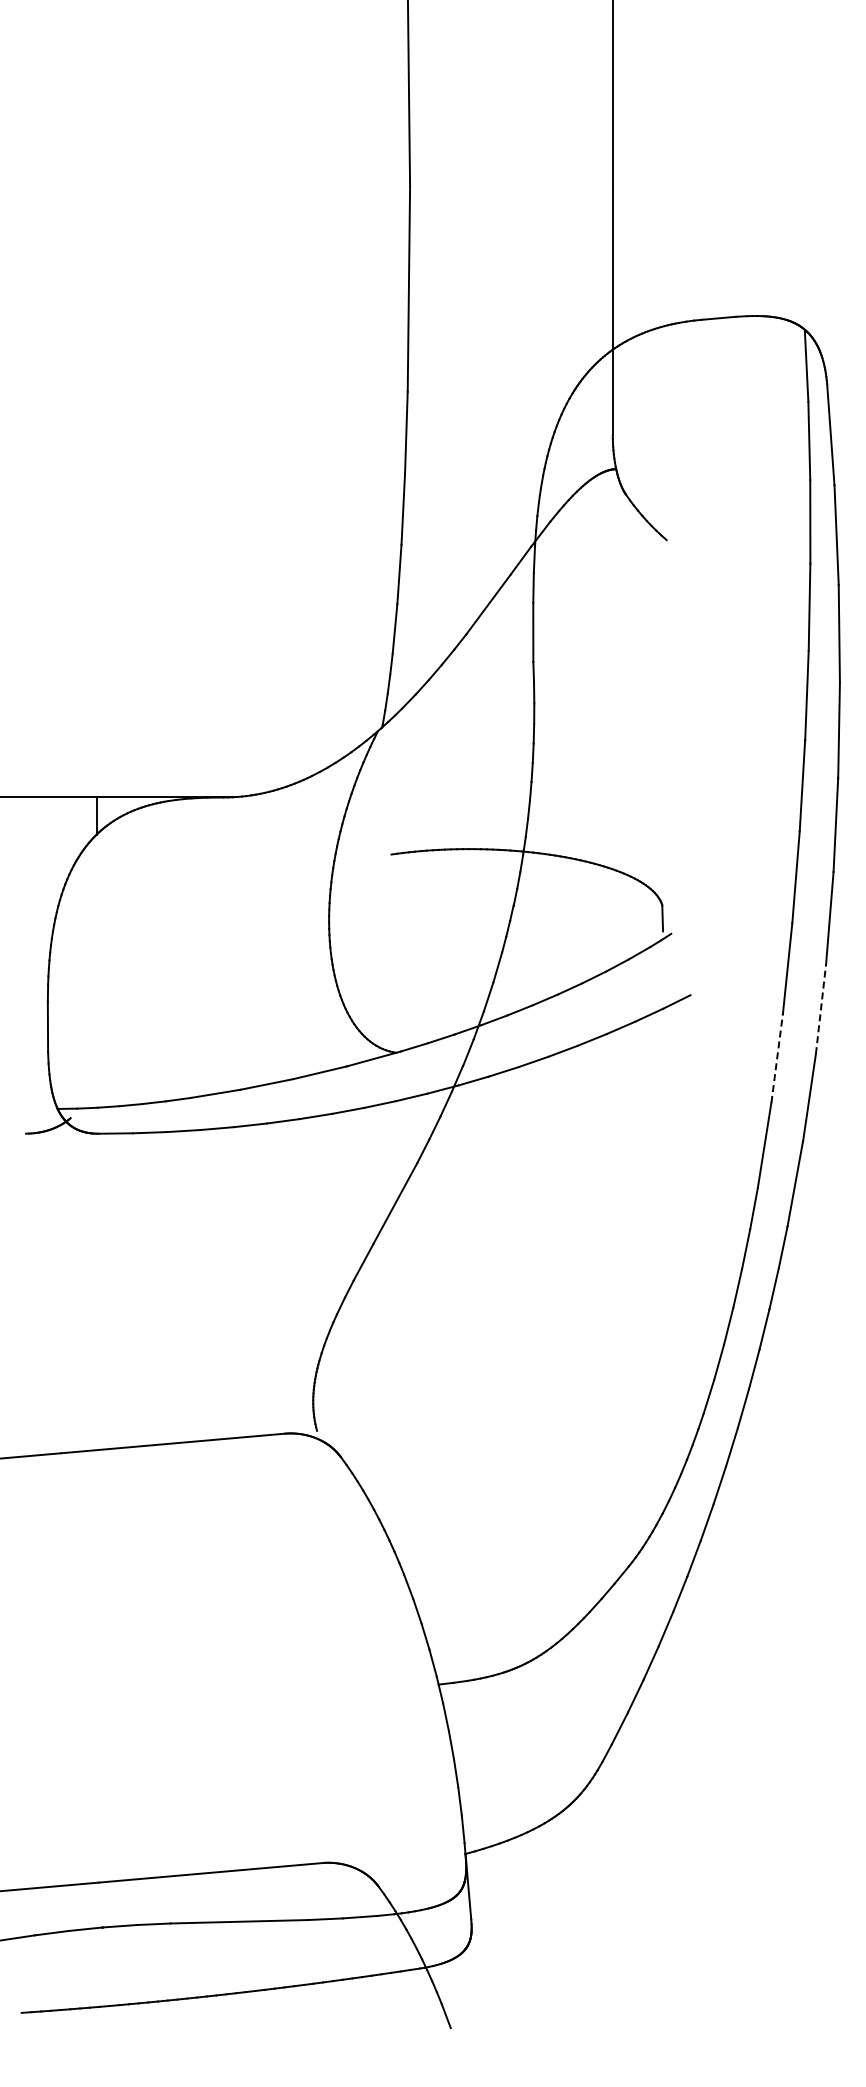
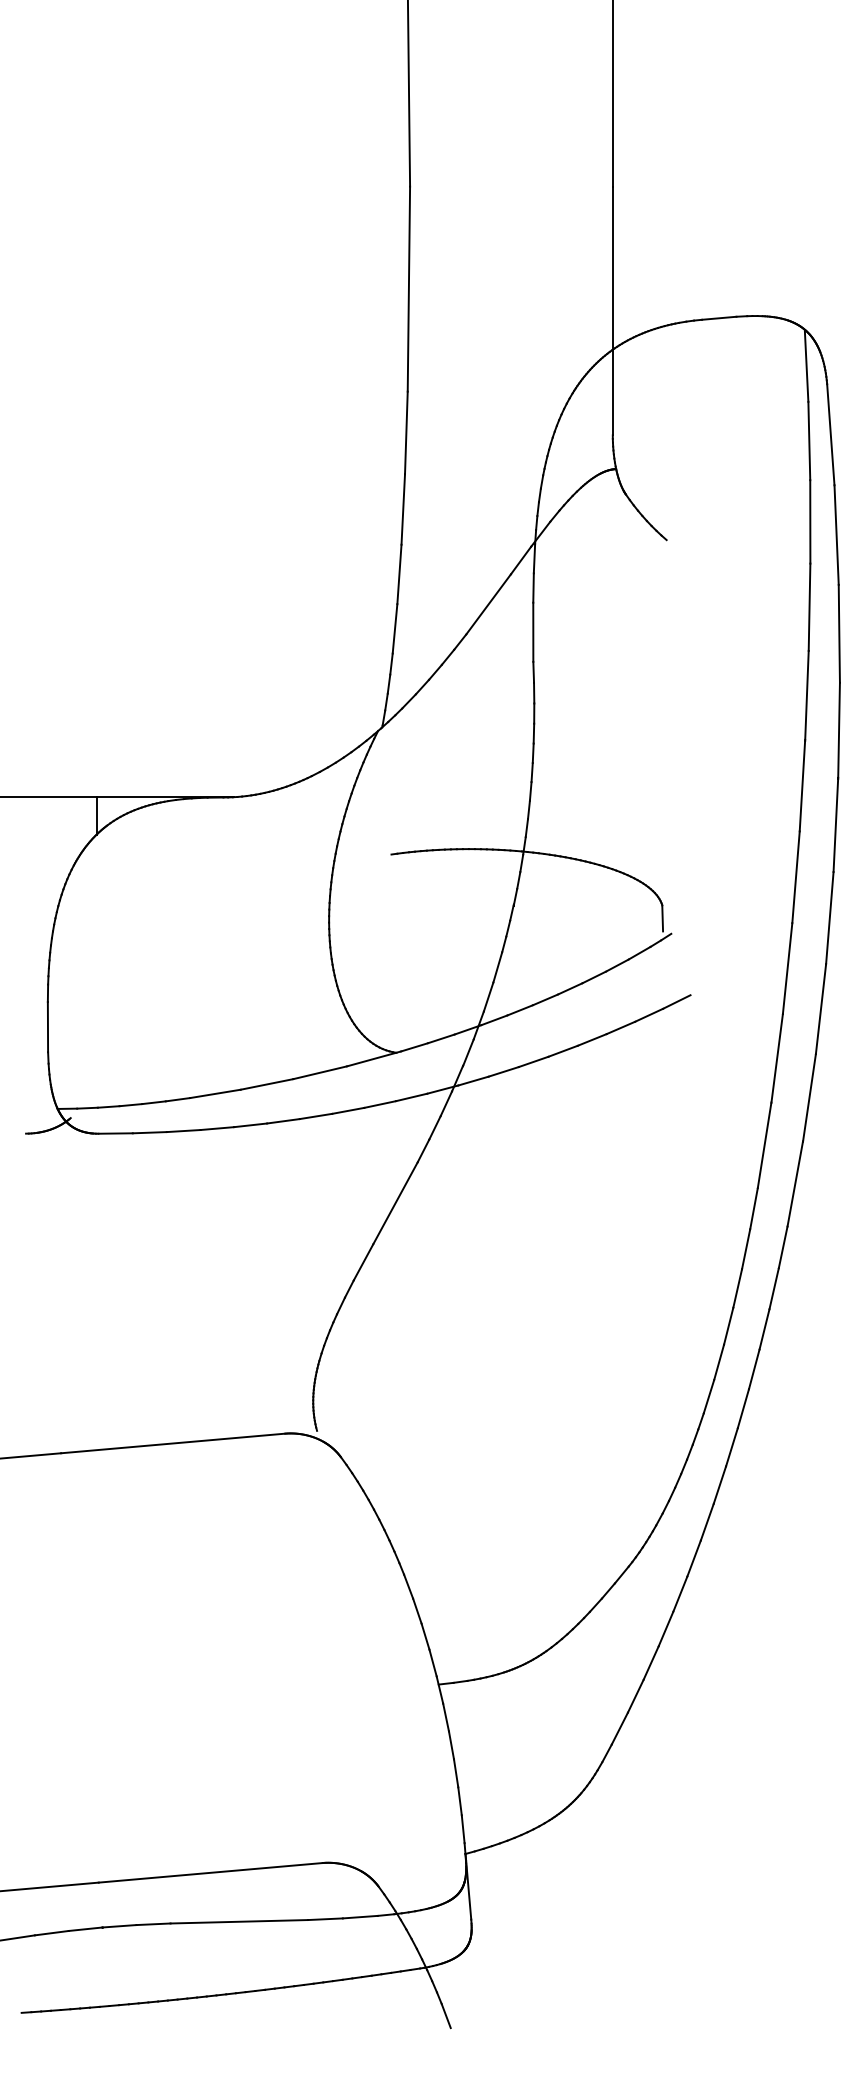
line at (821, 1008): dashed -> solid
line at (777, 1058): dashed -> solid
